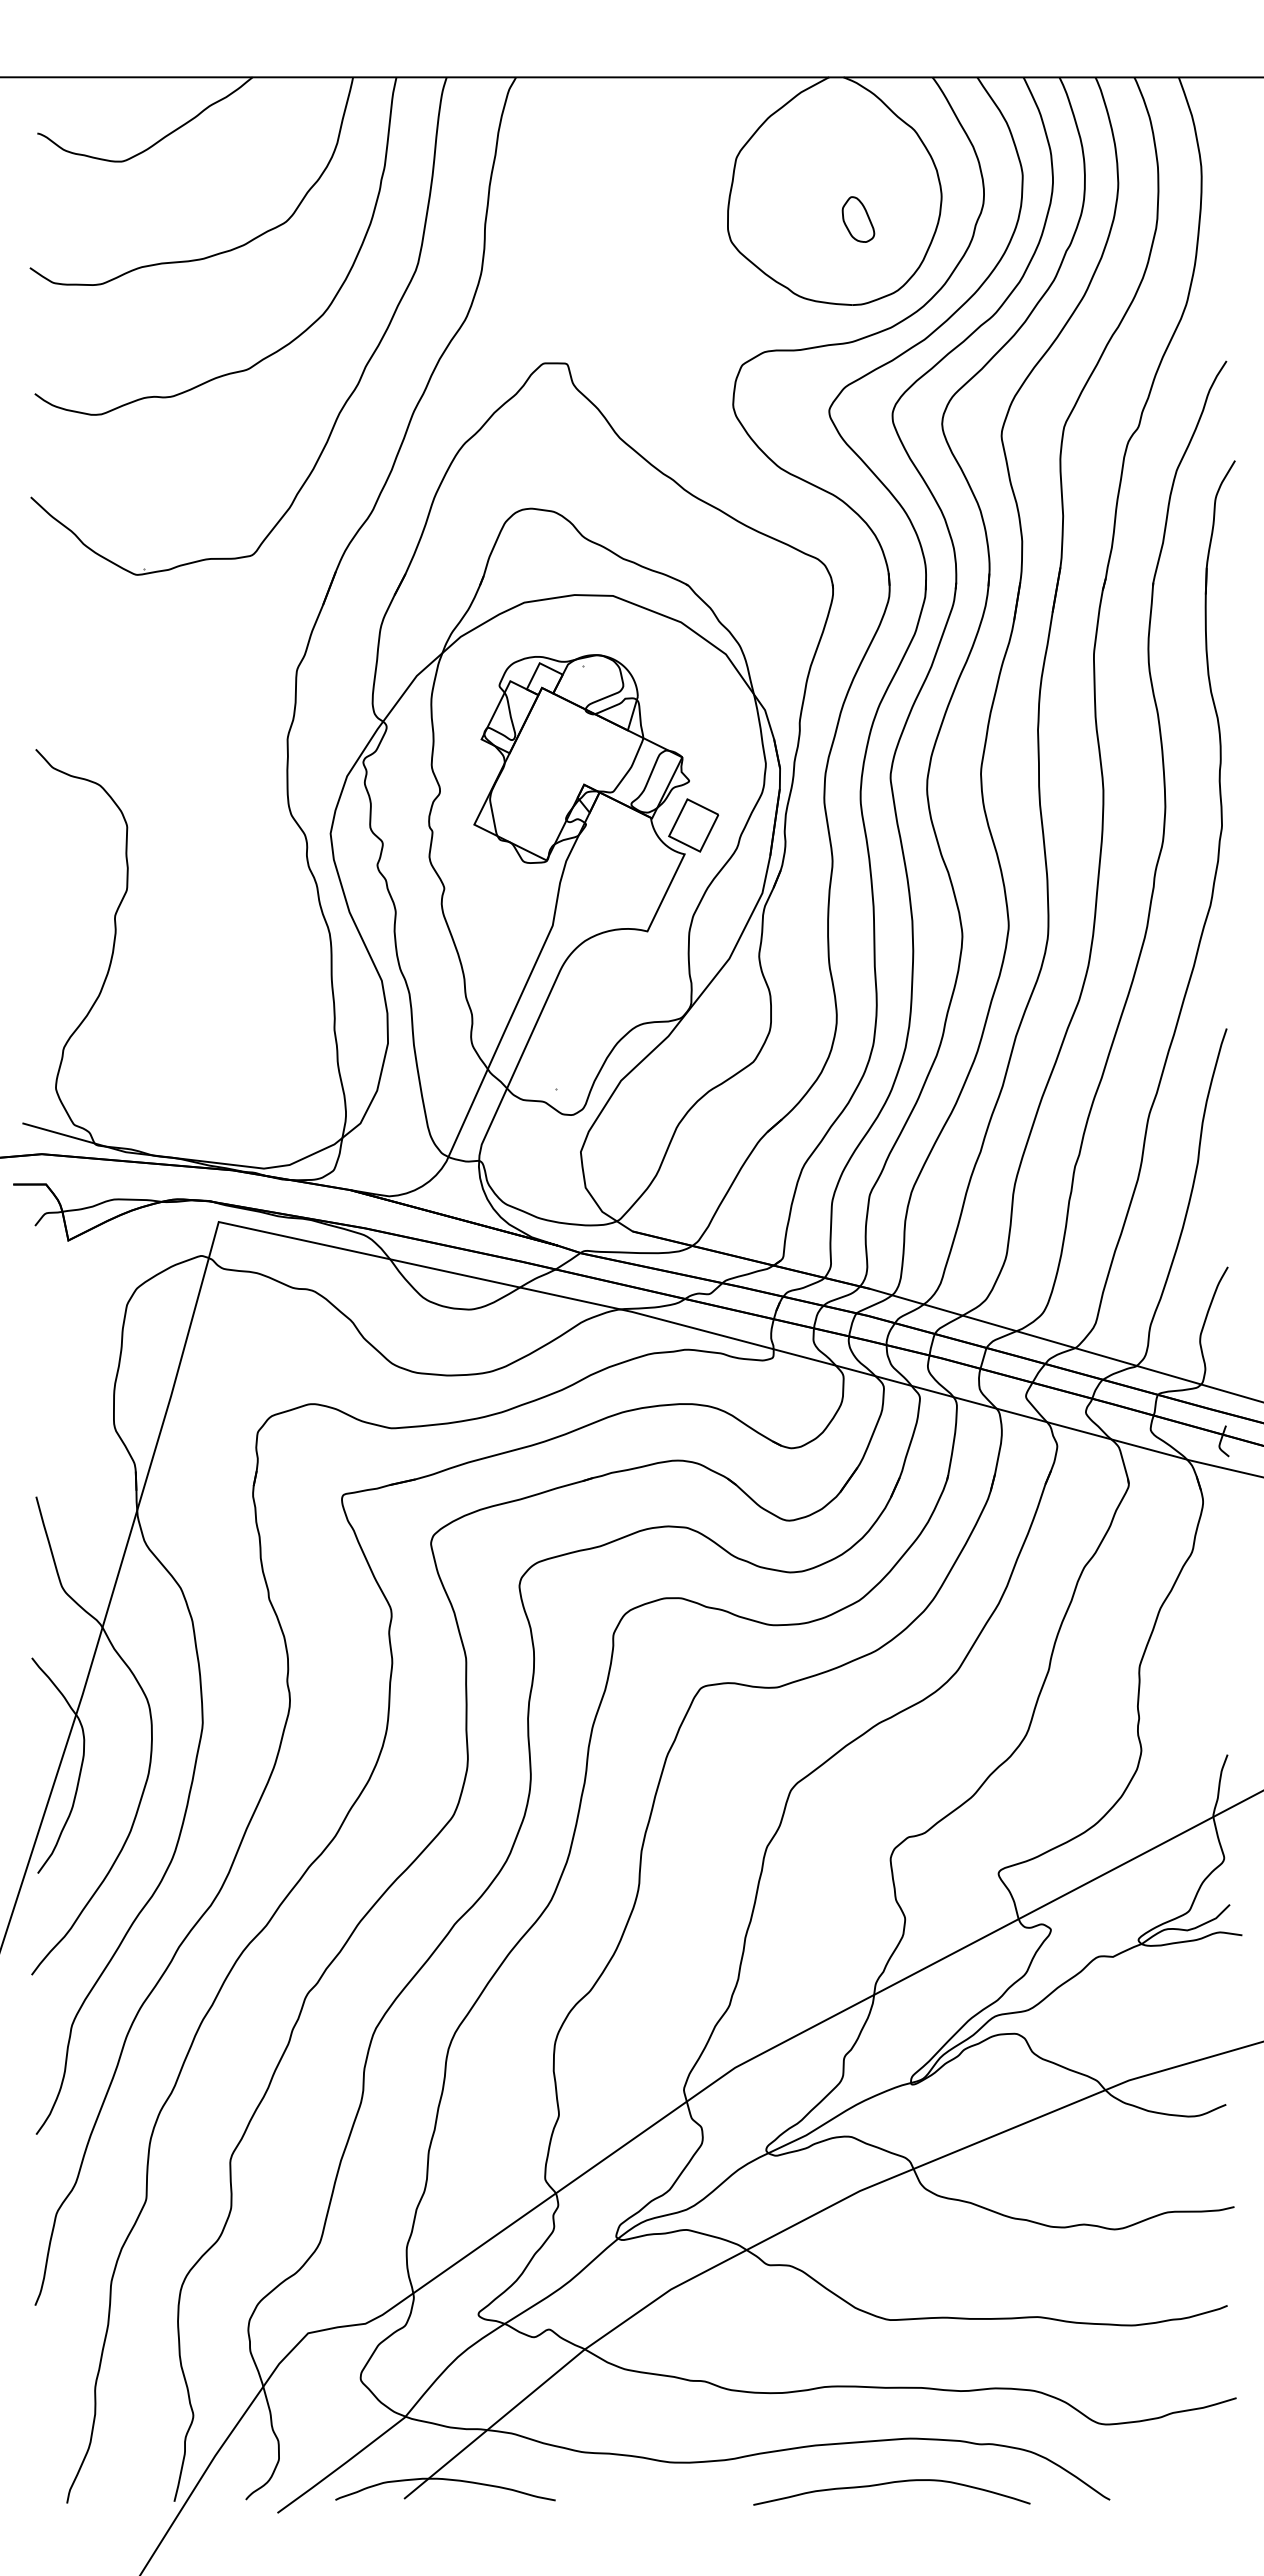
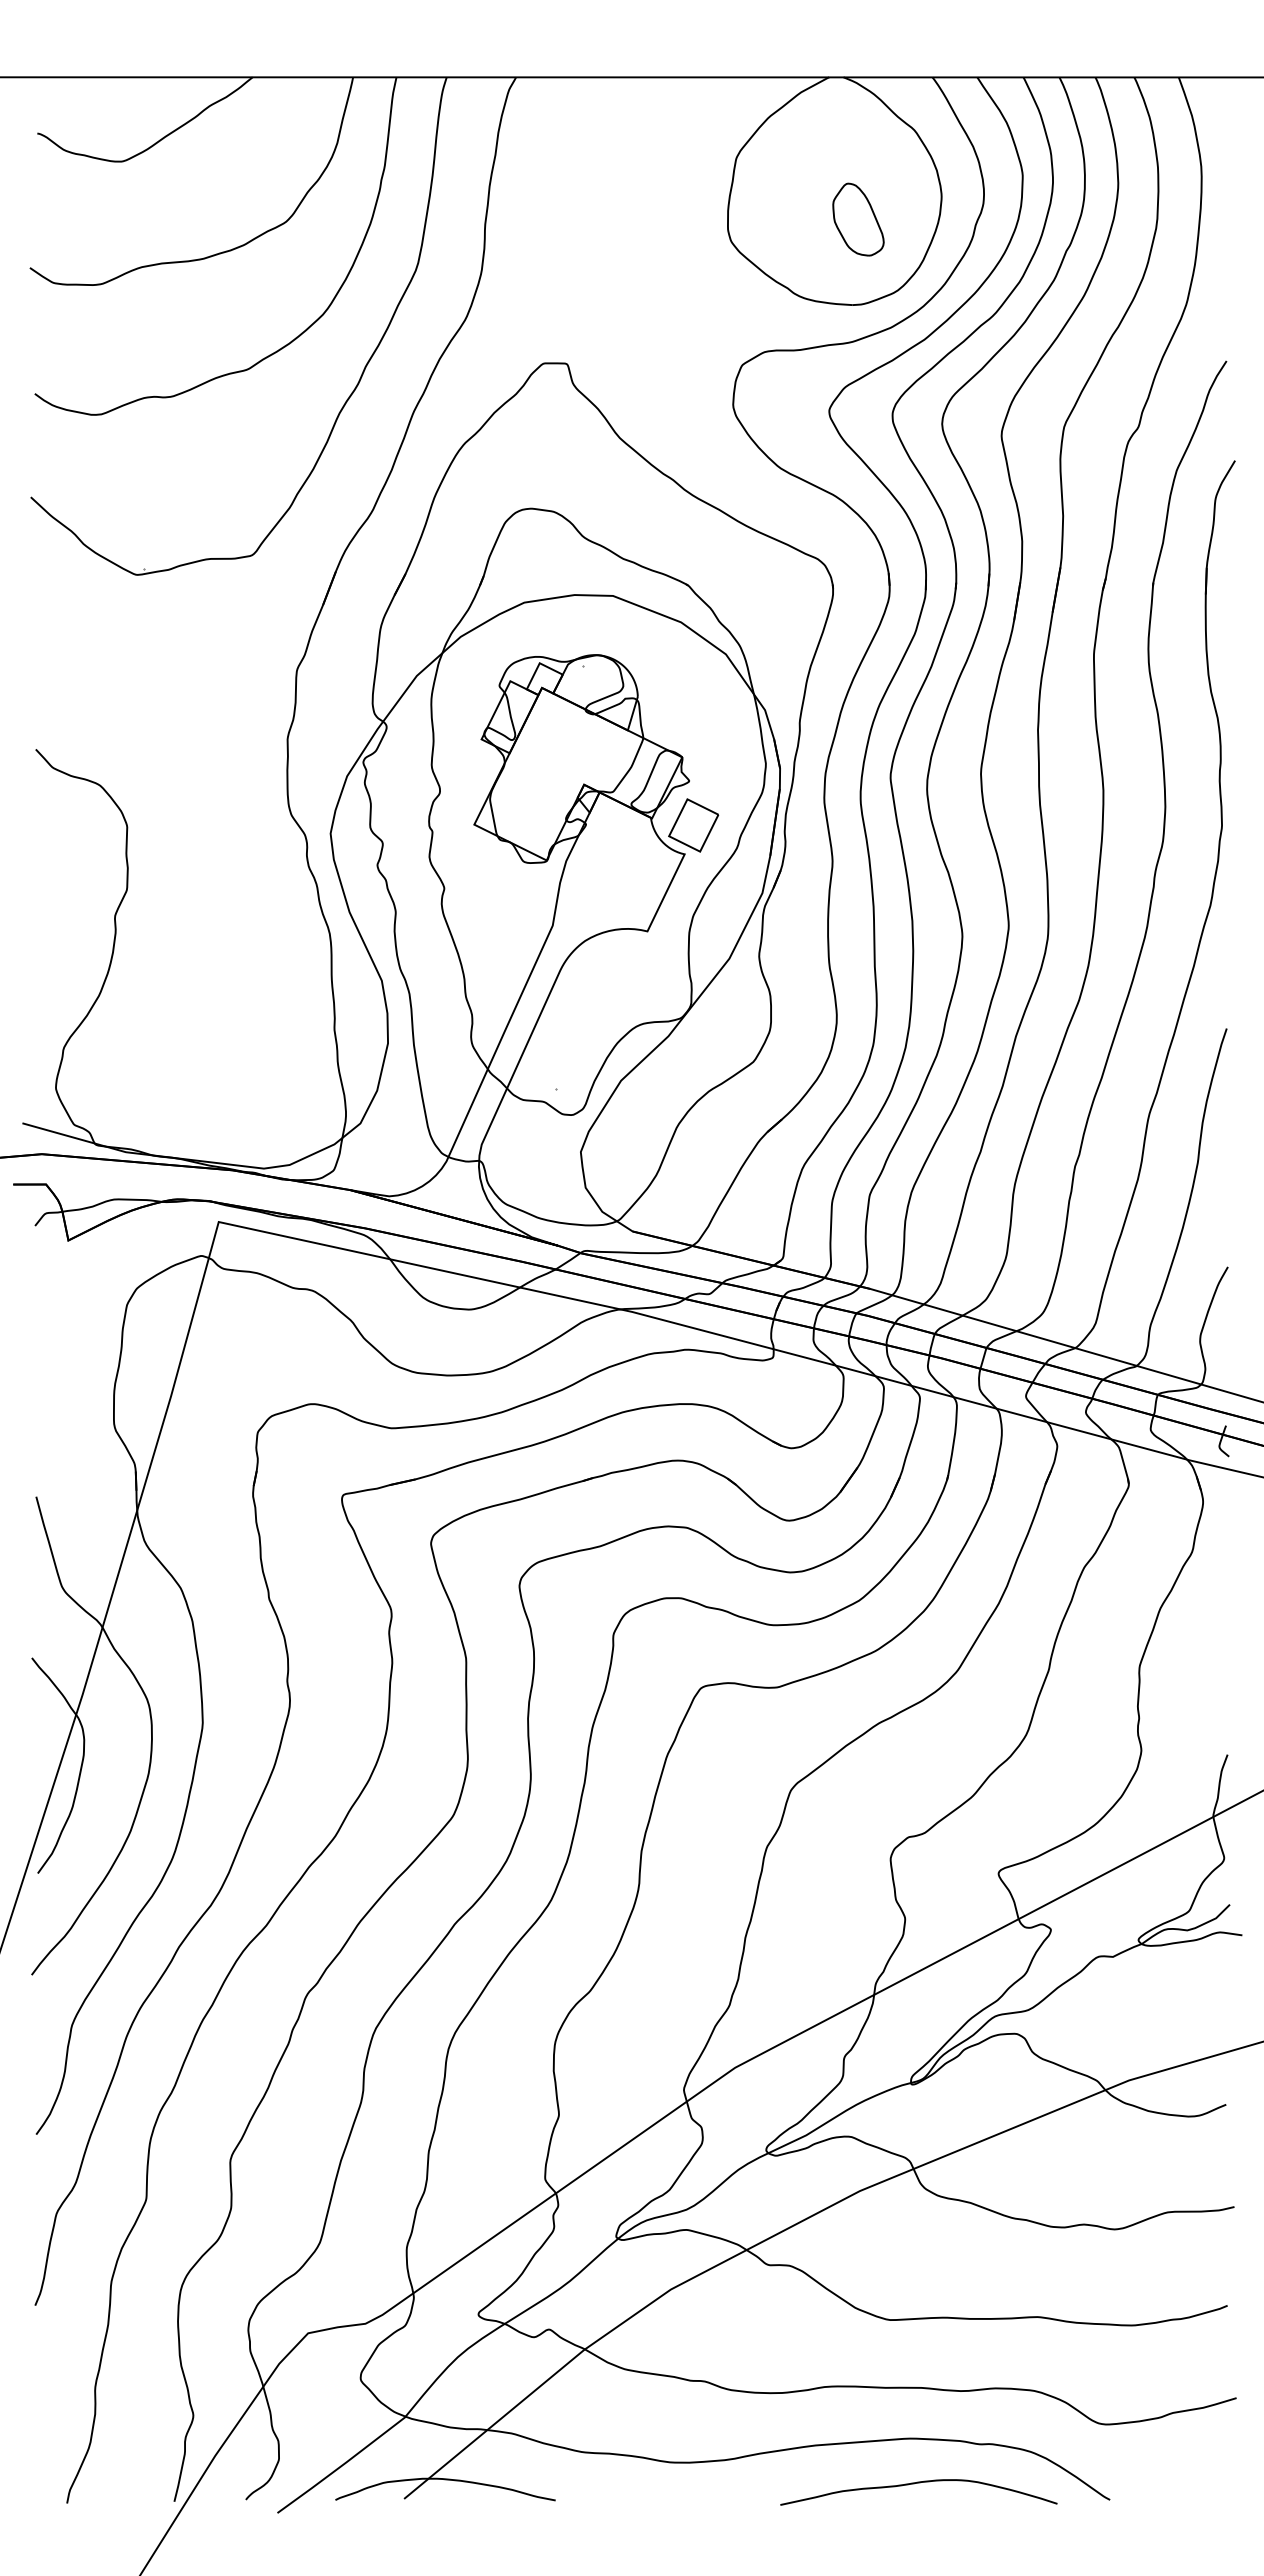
part at (858, 219) size: 35x47 px -> 53x75 px
curve at (887, 2484) position: (887, 2484) -> (914, 2484)
